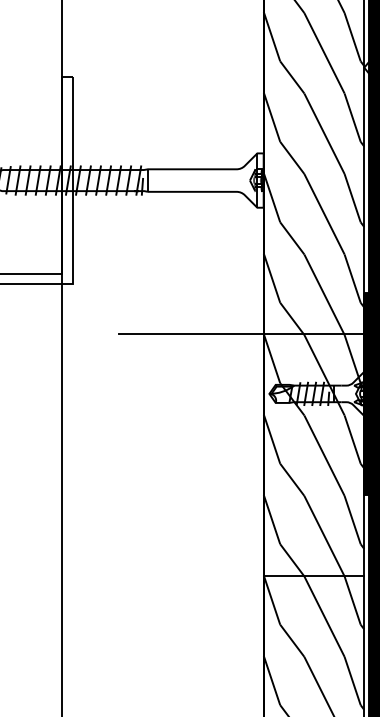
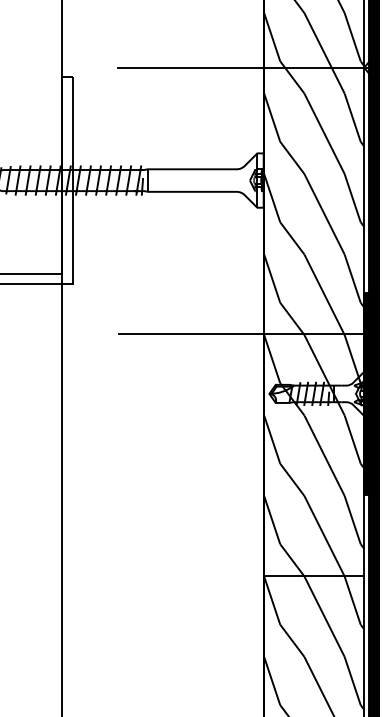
line at (243, 67): none -> present
